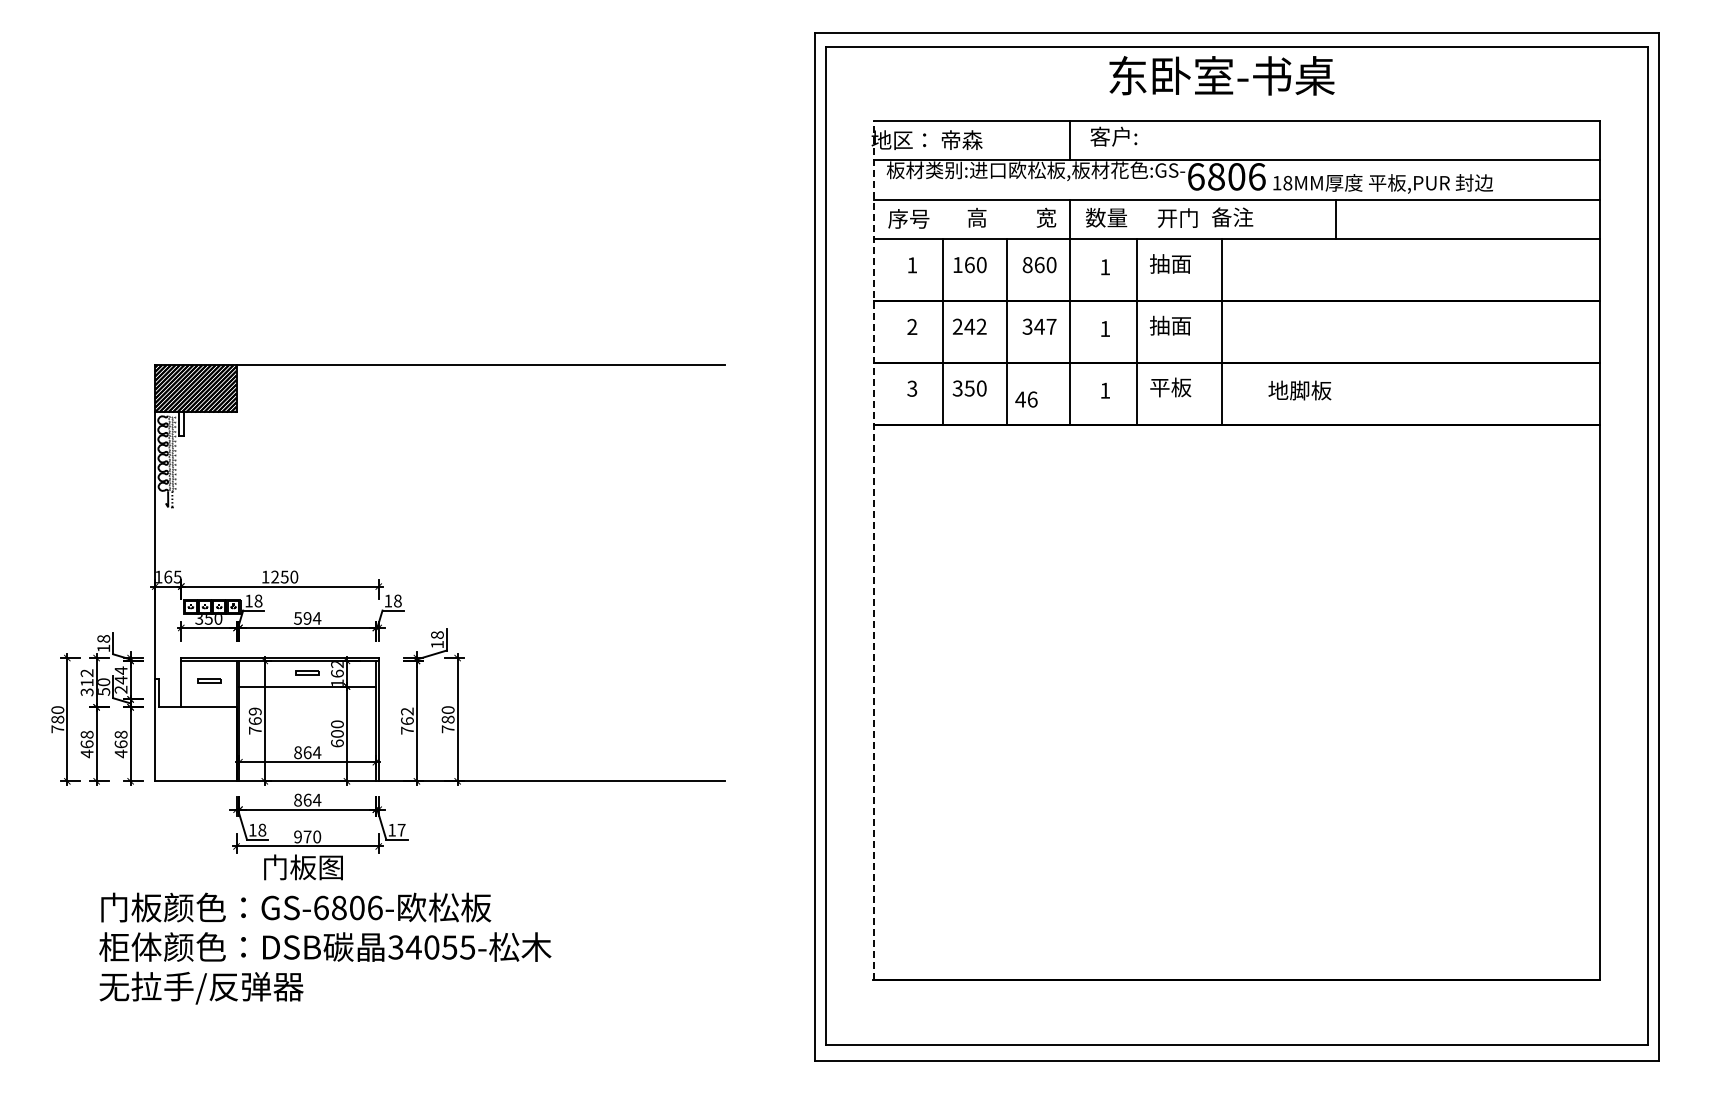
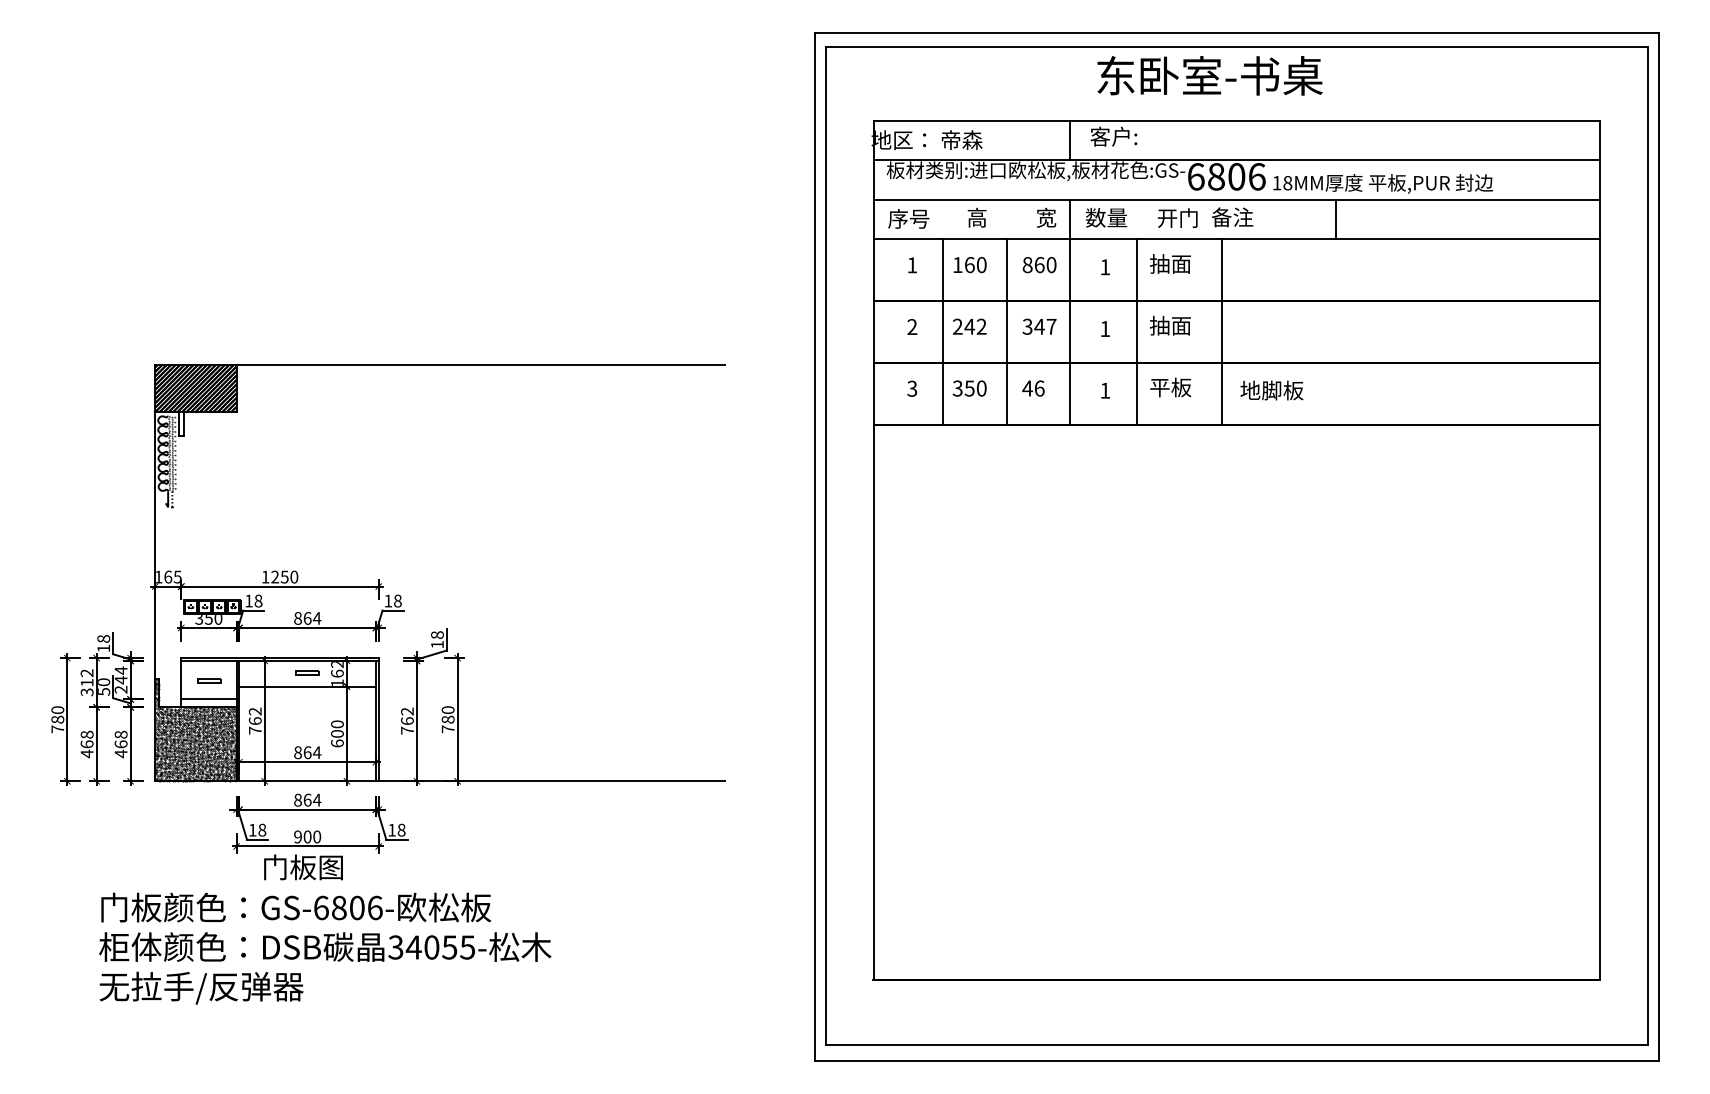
text at (1221, 75) position: (1221, 75) -> (1209, 75)
text at (1299, 390) position: (1299, 390) -> (1271, 390)
text at (1026, 399) position: (1026, 399) -> (1033, 388)
line at (873, 550): dashed -> solid
text at (302, 618): 594 -> 864
line at (208, 699): none -> present
text at (255, 711): 769 -> 762
hatch at (195, 730): none -> present
text at (401, 829): 17 -> 18
text at (307, 836): 970 -> 900
